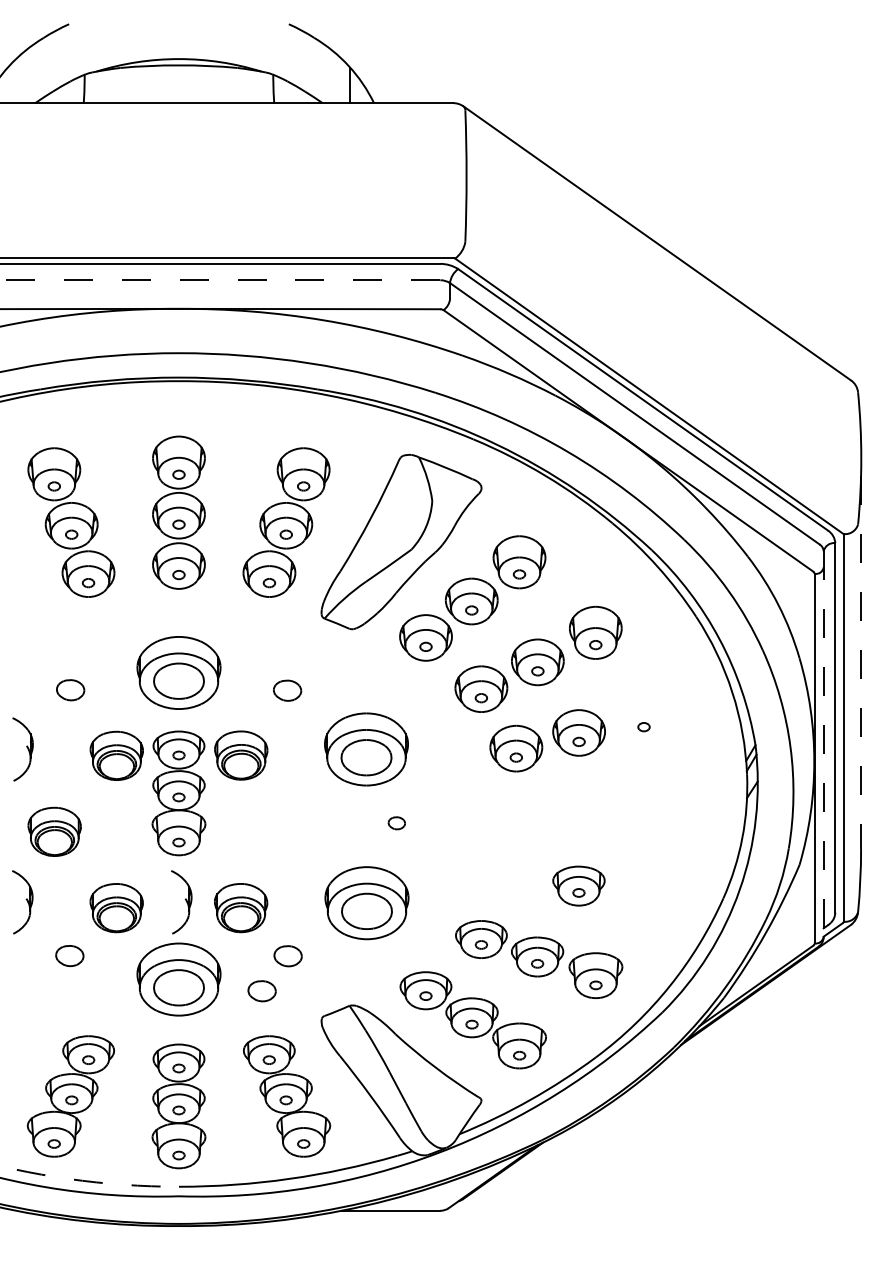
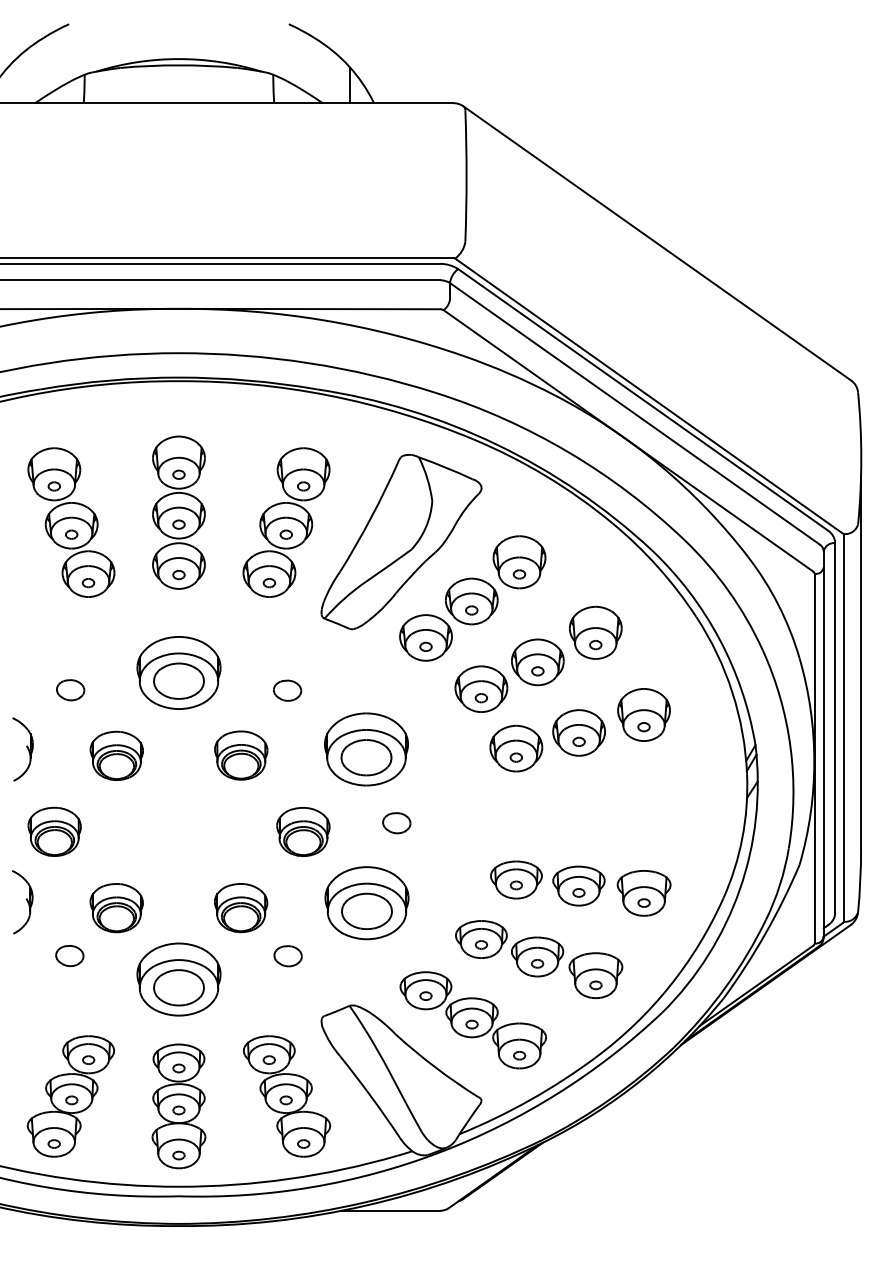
line at (220, 280): dashed -> solid
line at (861, 663): dashed -> solid
part at (643, 714): none -> present
line at (823, 744): dashed -> solid
part at (178, 793): present -> none
part at (396, 823) size: 19x15 px -> 30x23 px
part at (303, 832): none -> present
part at (516, 879): none -> present
part at (643, 893): none -> present
part at (181, 902): present -> none
part at (261, 991): present -> none
arc at (89, 1181): dashed -> solid
